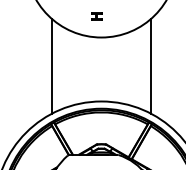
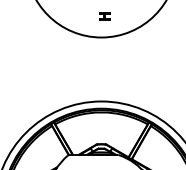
part at (96, 16) position: (96, 16) -> (104, 16)
line at (52, 66): present -> none
line at (150, 66): present -> none
